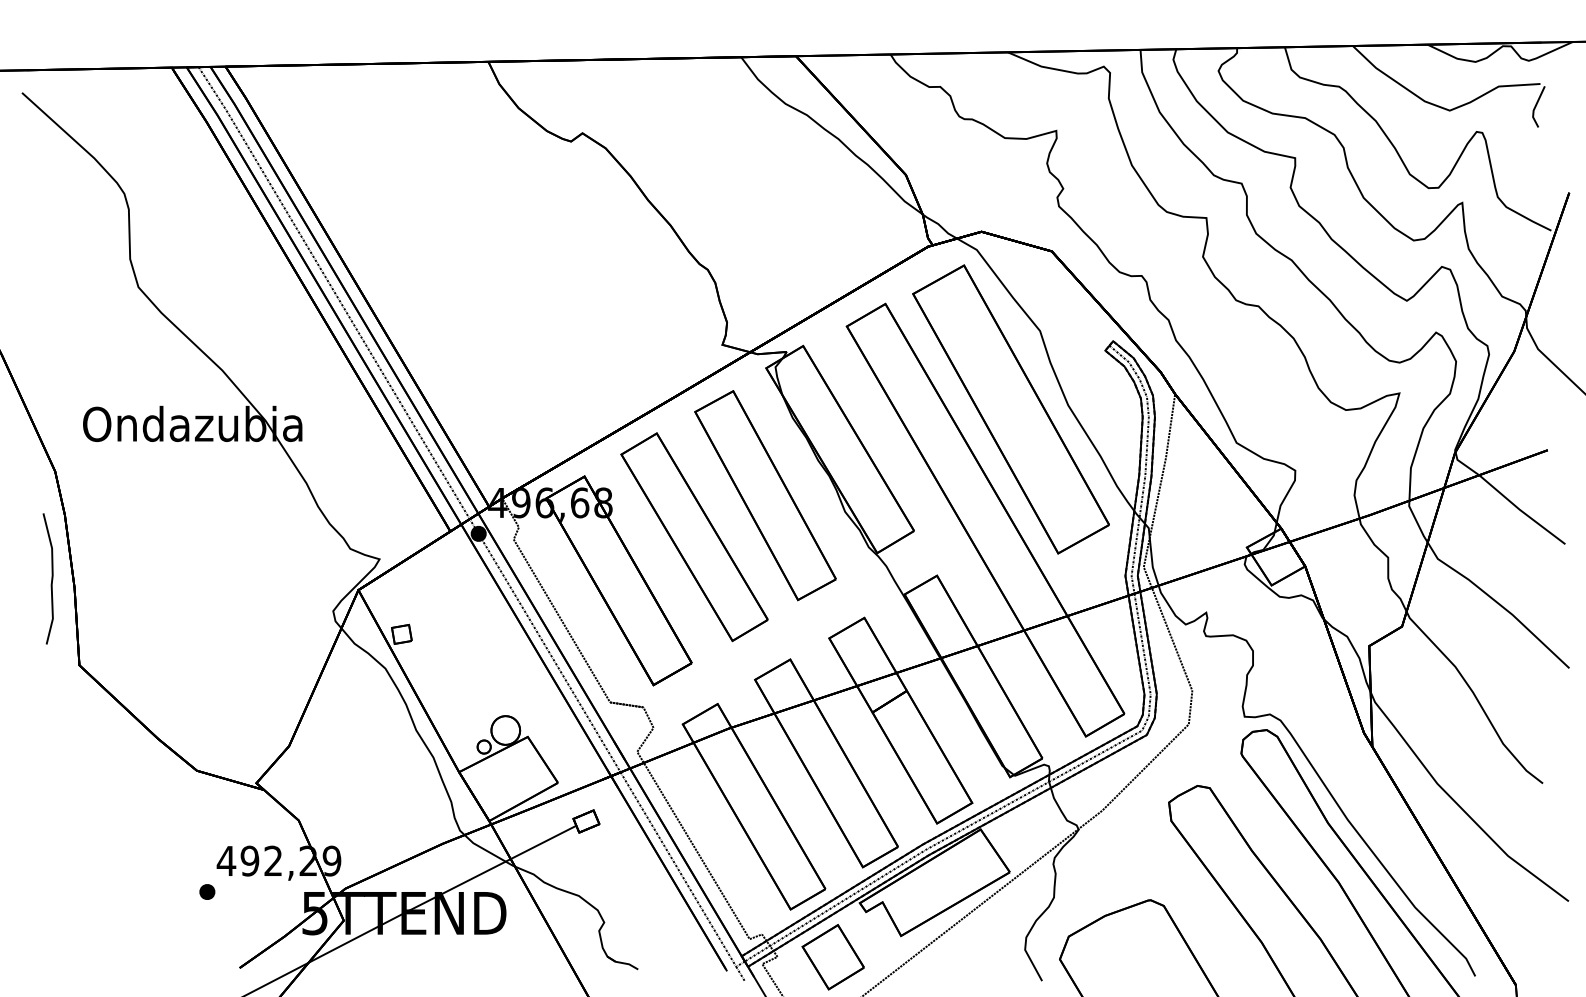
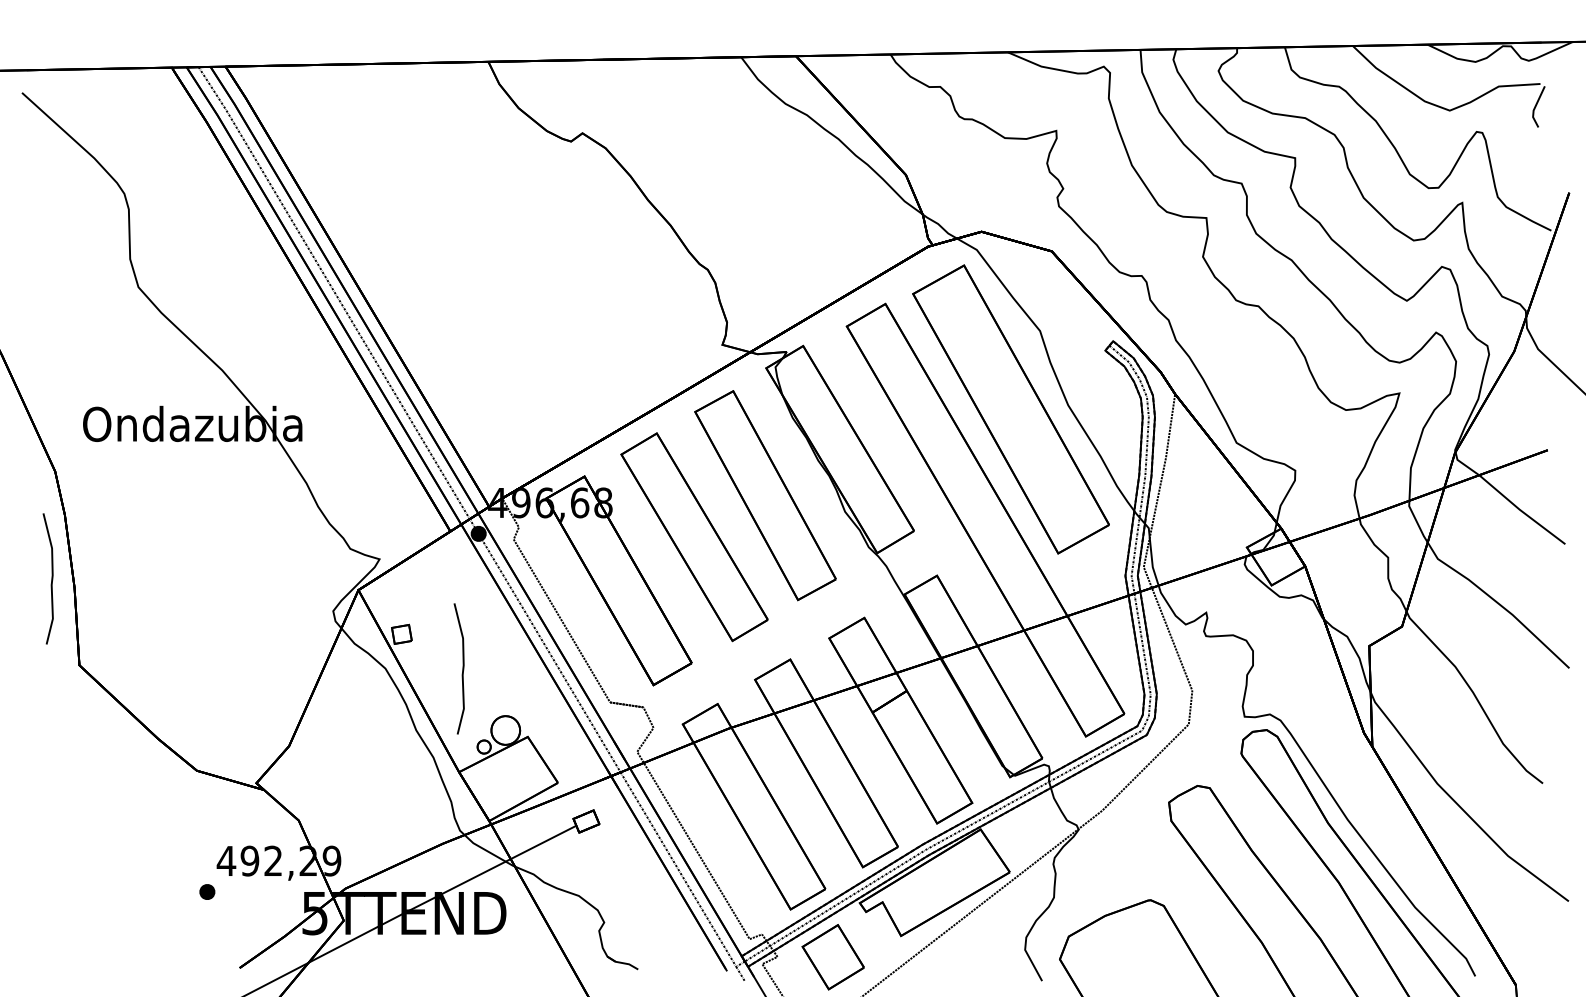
curve at (462, 668): none -> present
